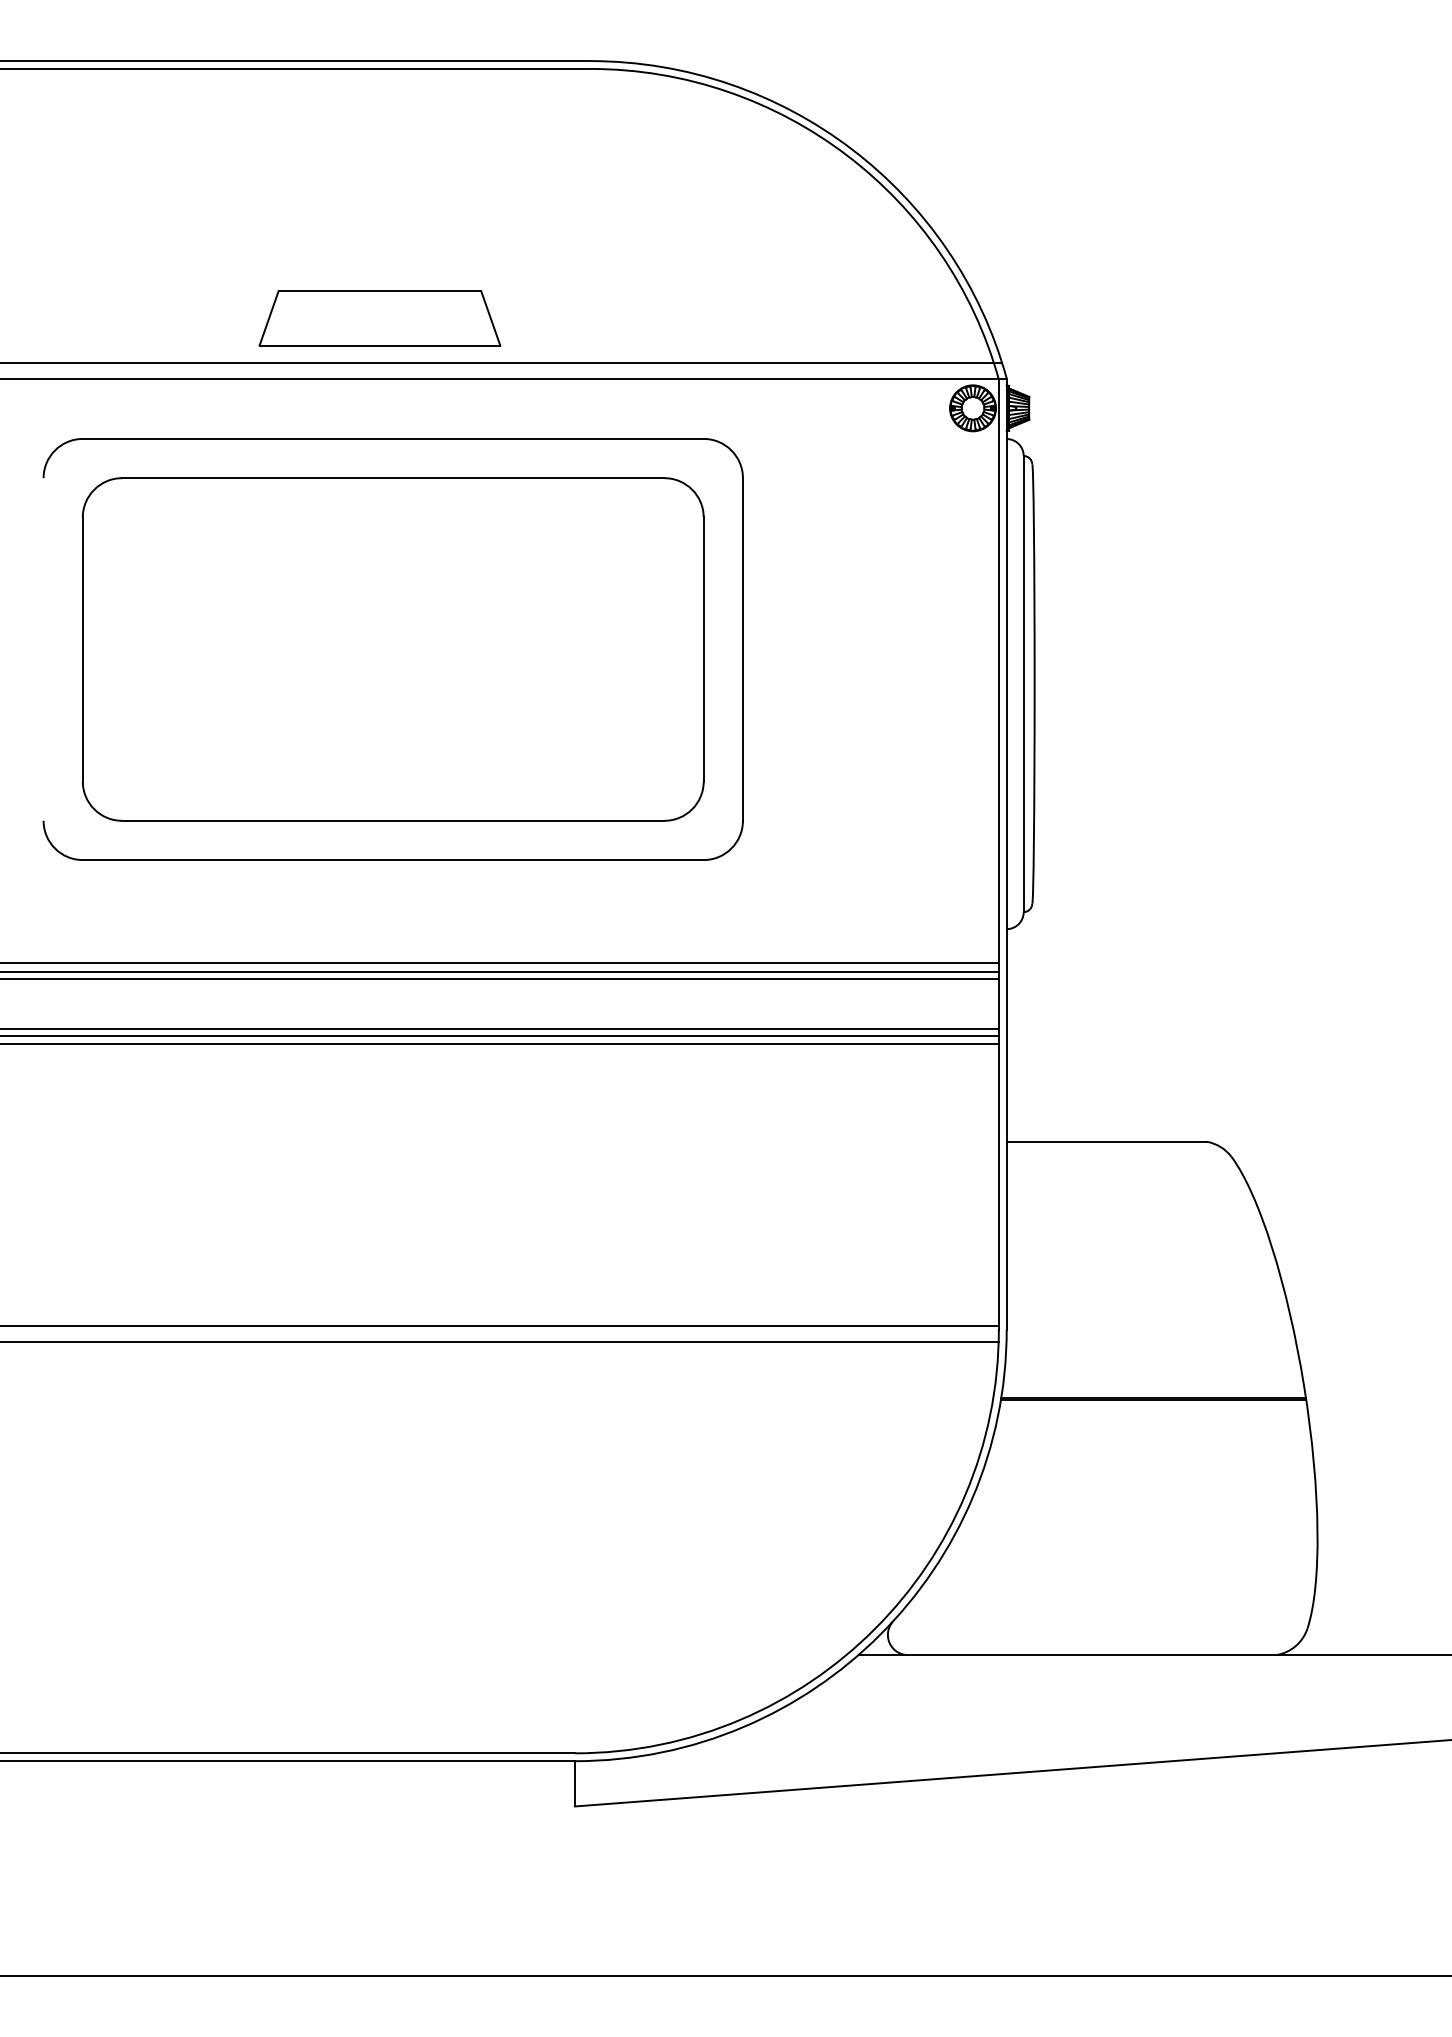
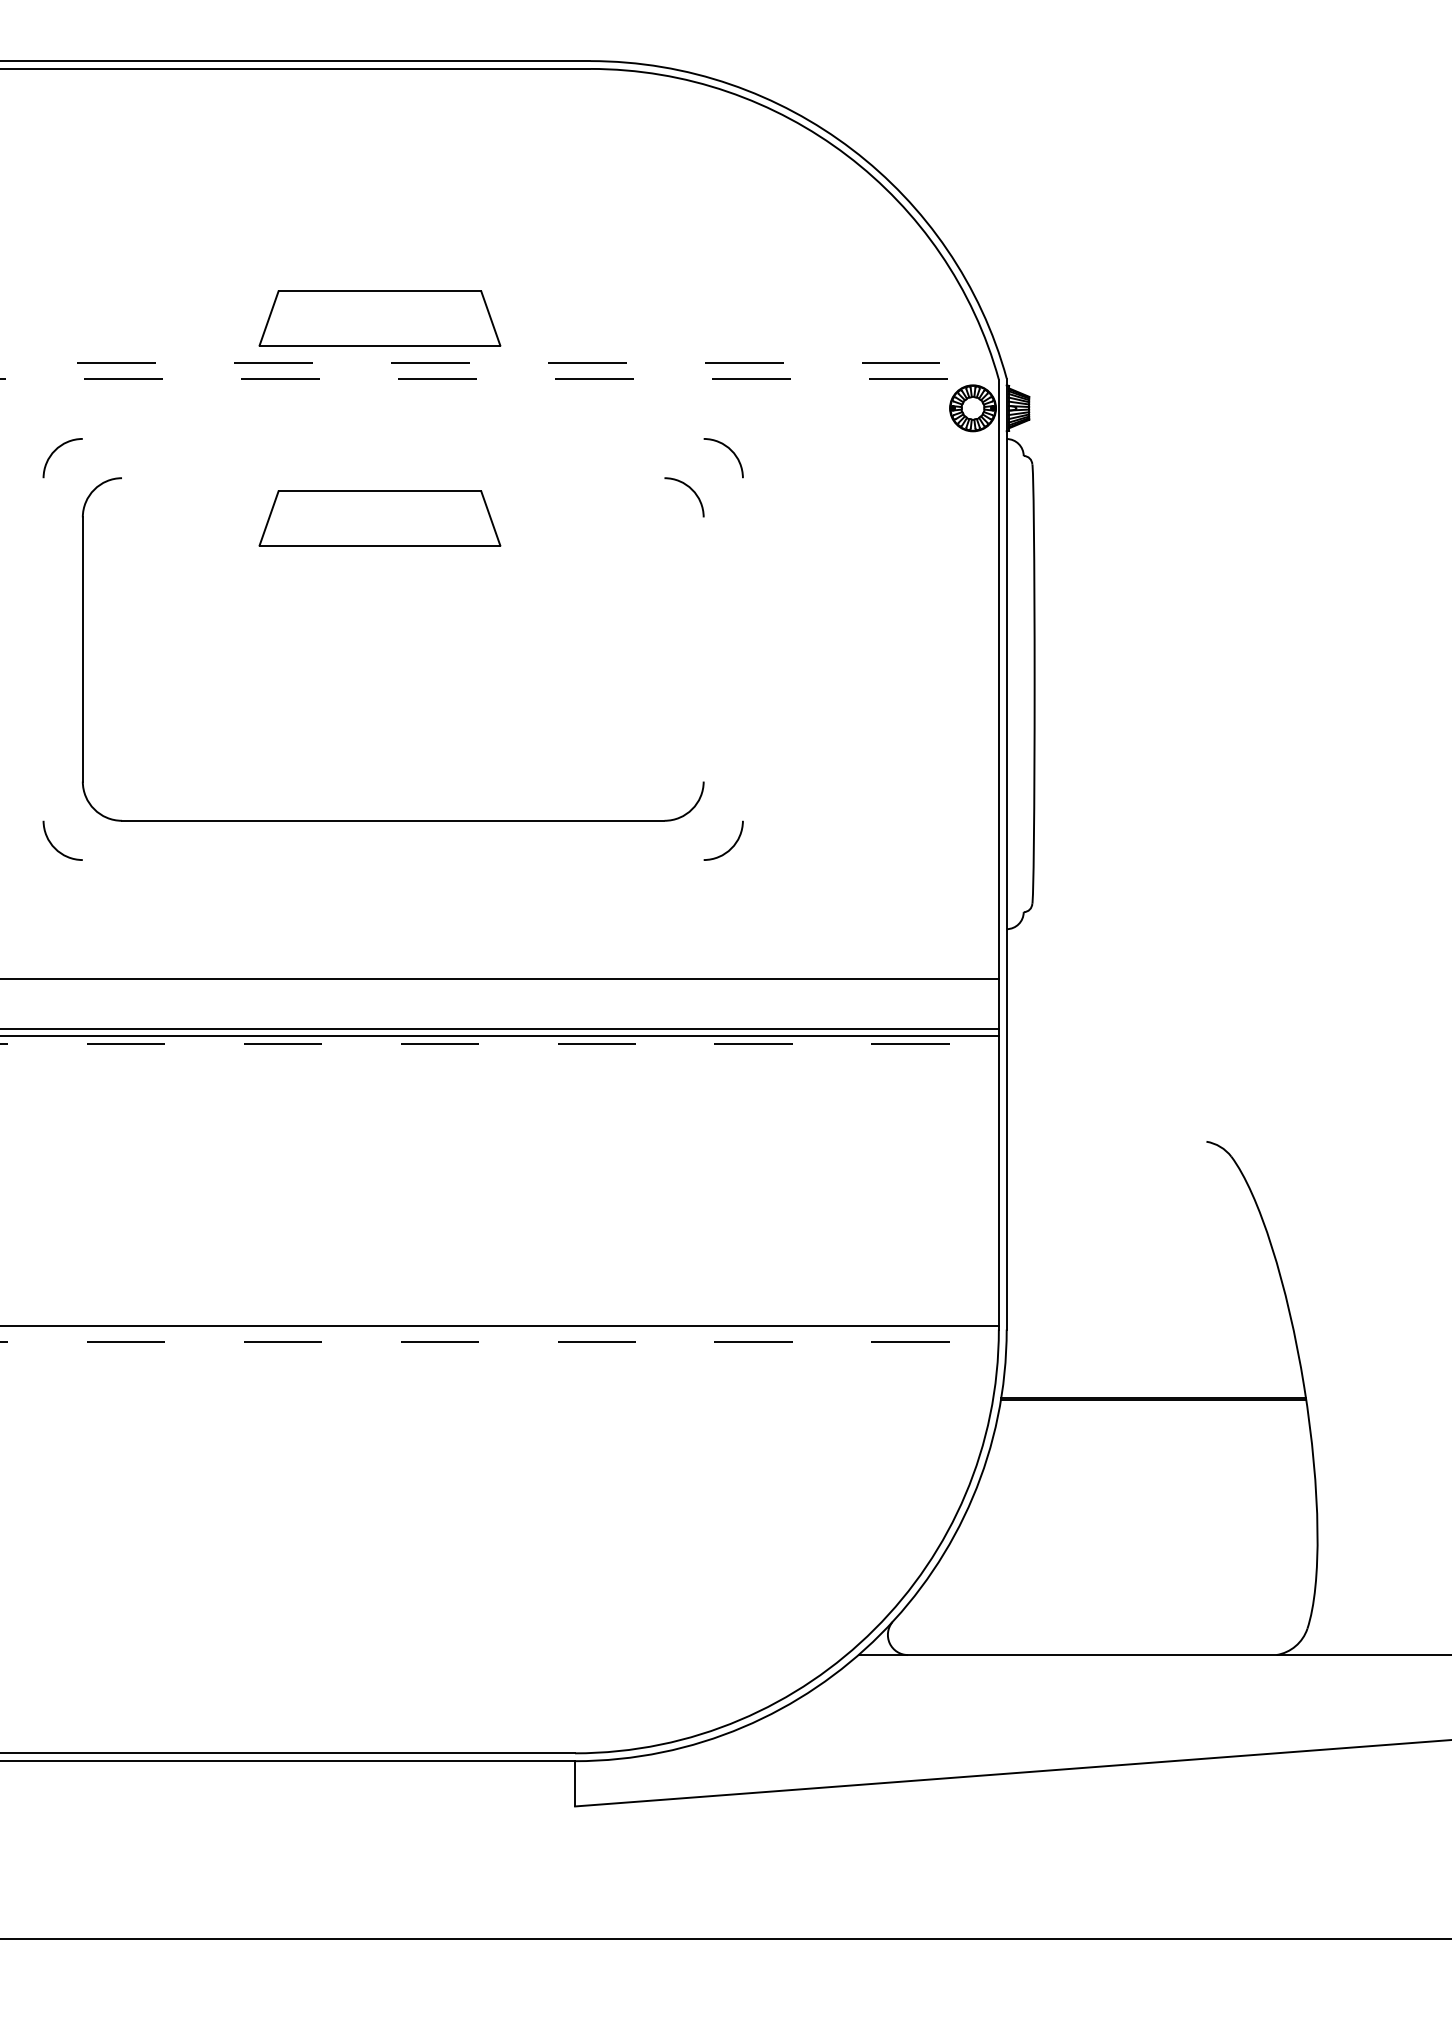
line at (501, 362): solid -> dashed
line at (503, 378): solid -> dashed
line at (392, 438): present -> none
line at (393, 478): present -> none
part at (379, 518): none -> present
line at (703, 649): present -> none
line at (742, 649): present -> none
line at (1023, 684): present -> none
line at (392, 860): present -> none
line at (500, 963): present -> none
line at (500, 972): present -> none
line at (499, 1044): solid -> dashed
line at (1106, 1141): present -> none
line at (499, 1341): solid -> dashed
line at (725, 1975) position: (725, 1975) -> (725, 1938)
